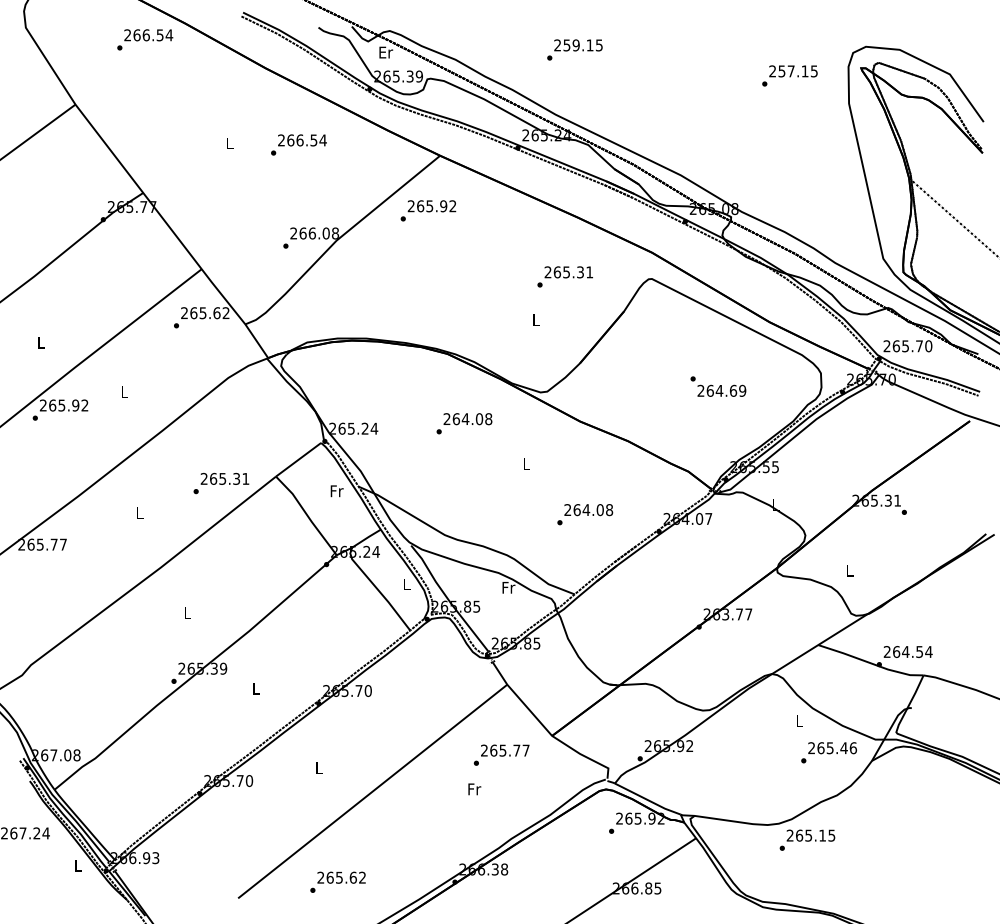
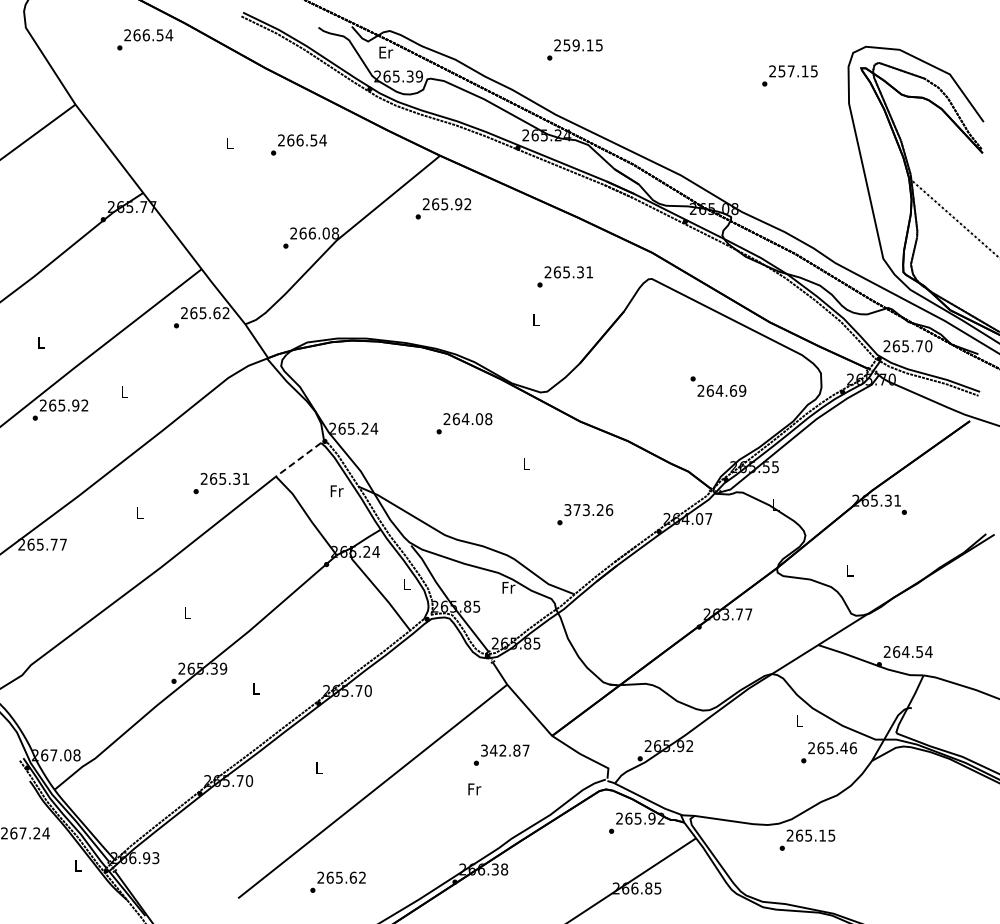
text at (428, 210) position: (428, 210) -> (443, 208)
line at (298, 460): solid -> dashed
text at (588, 510): 264.08 -> 373.26
text at (500, 750): 265.77 -> 342.87
